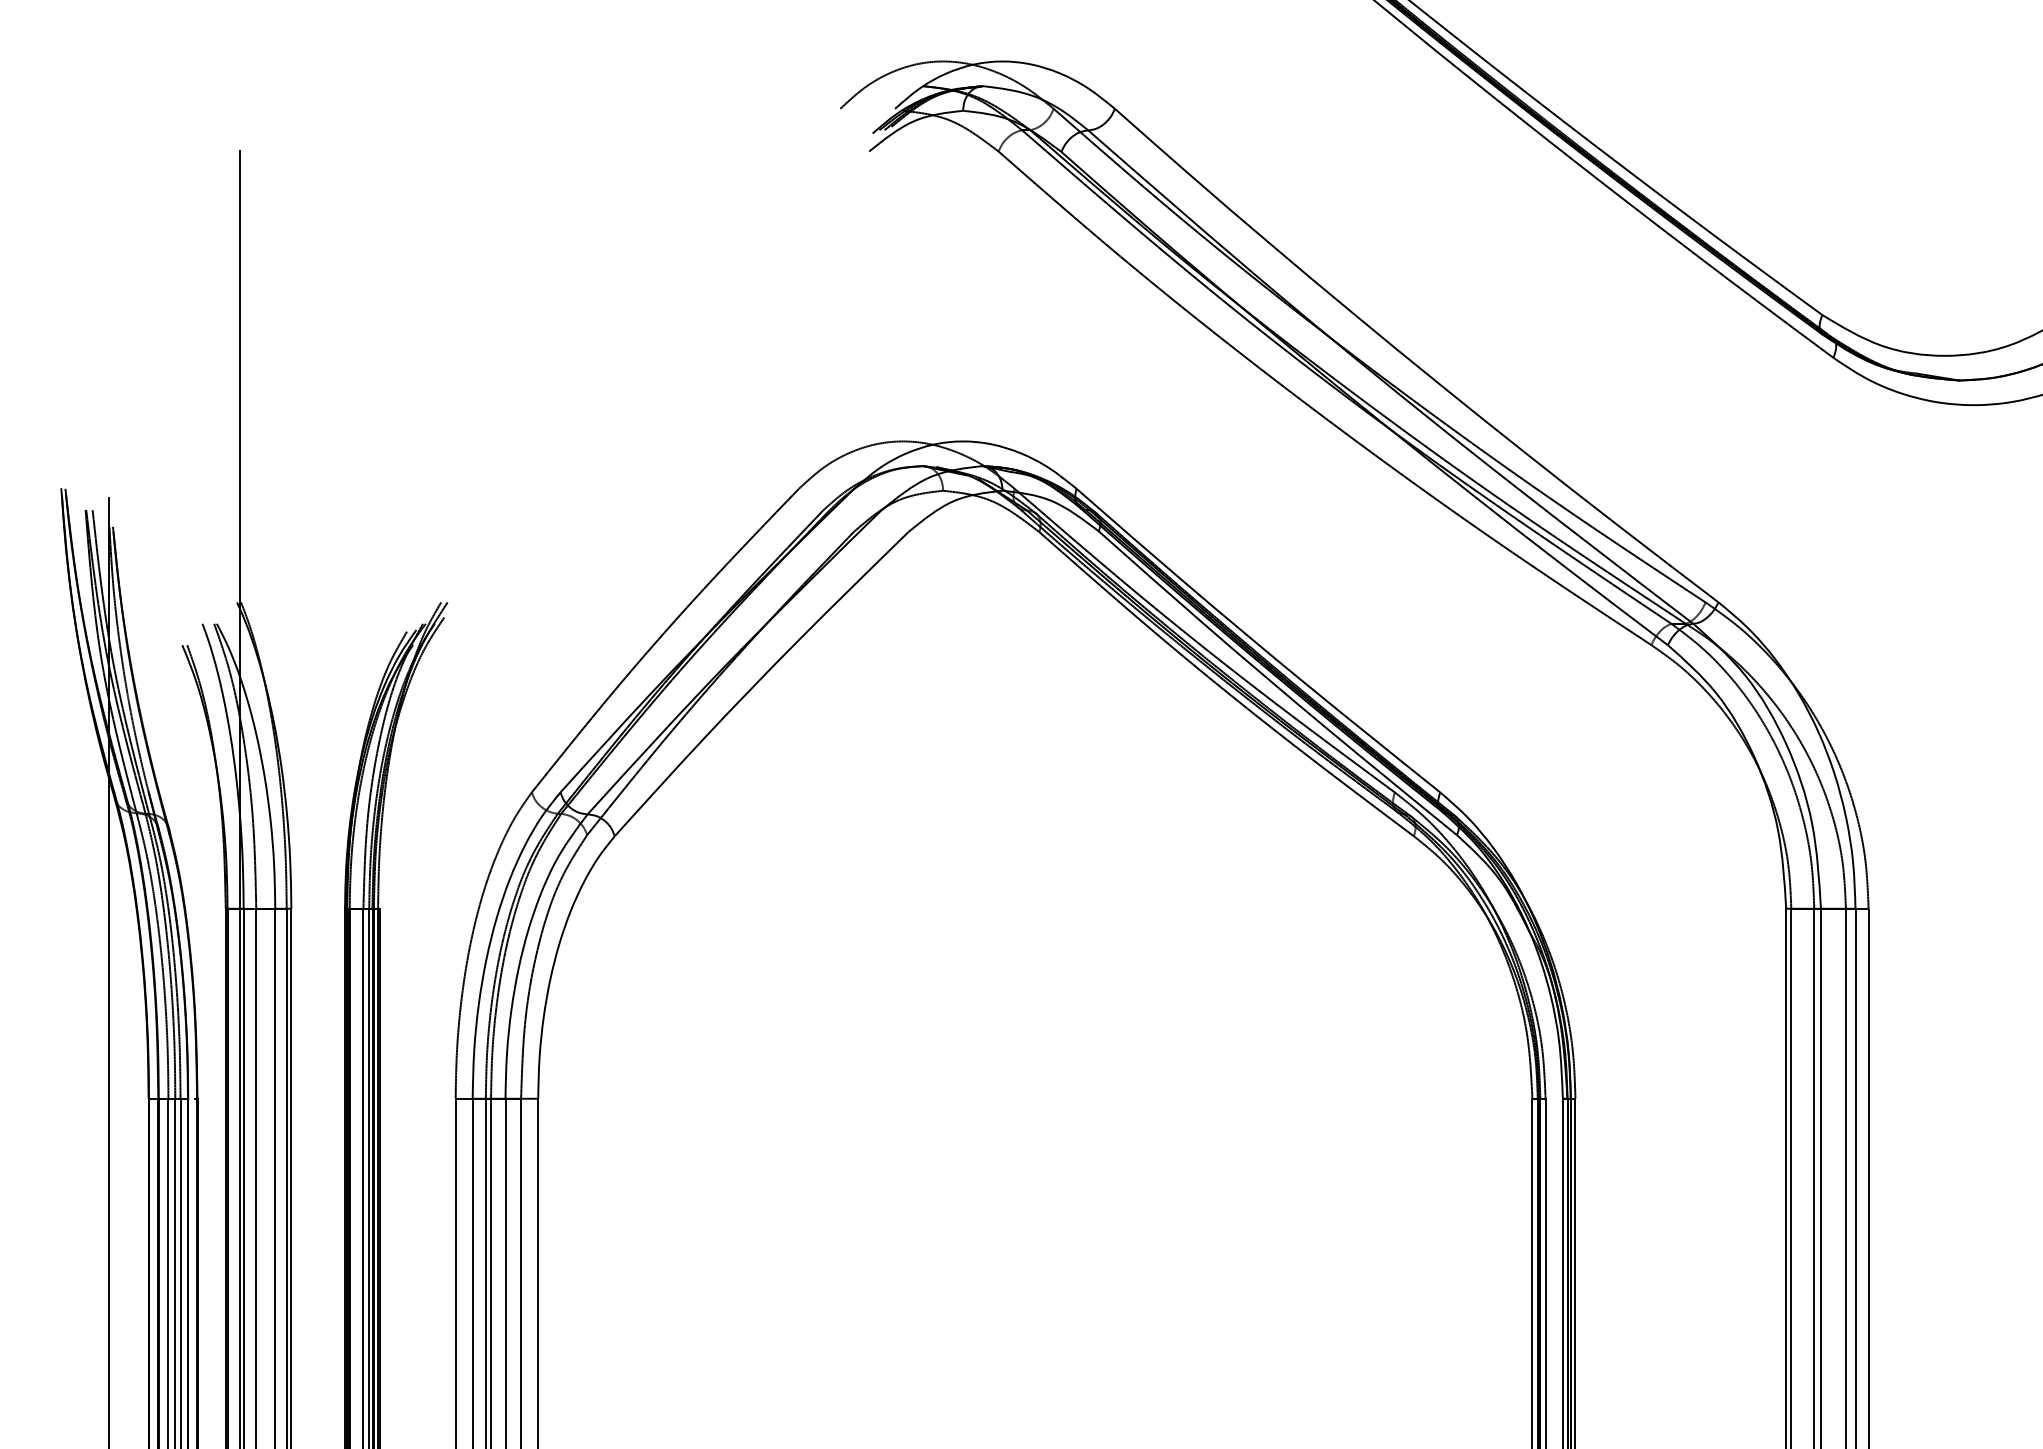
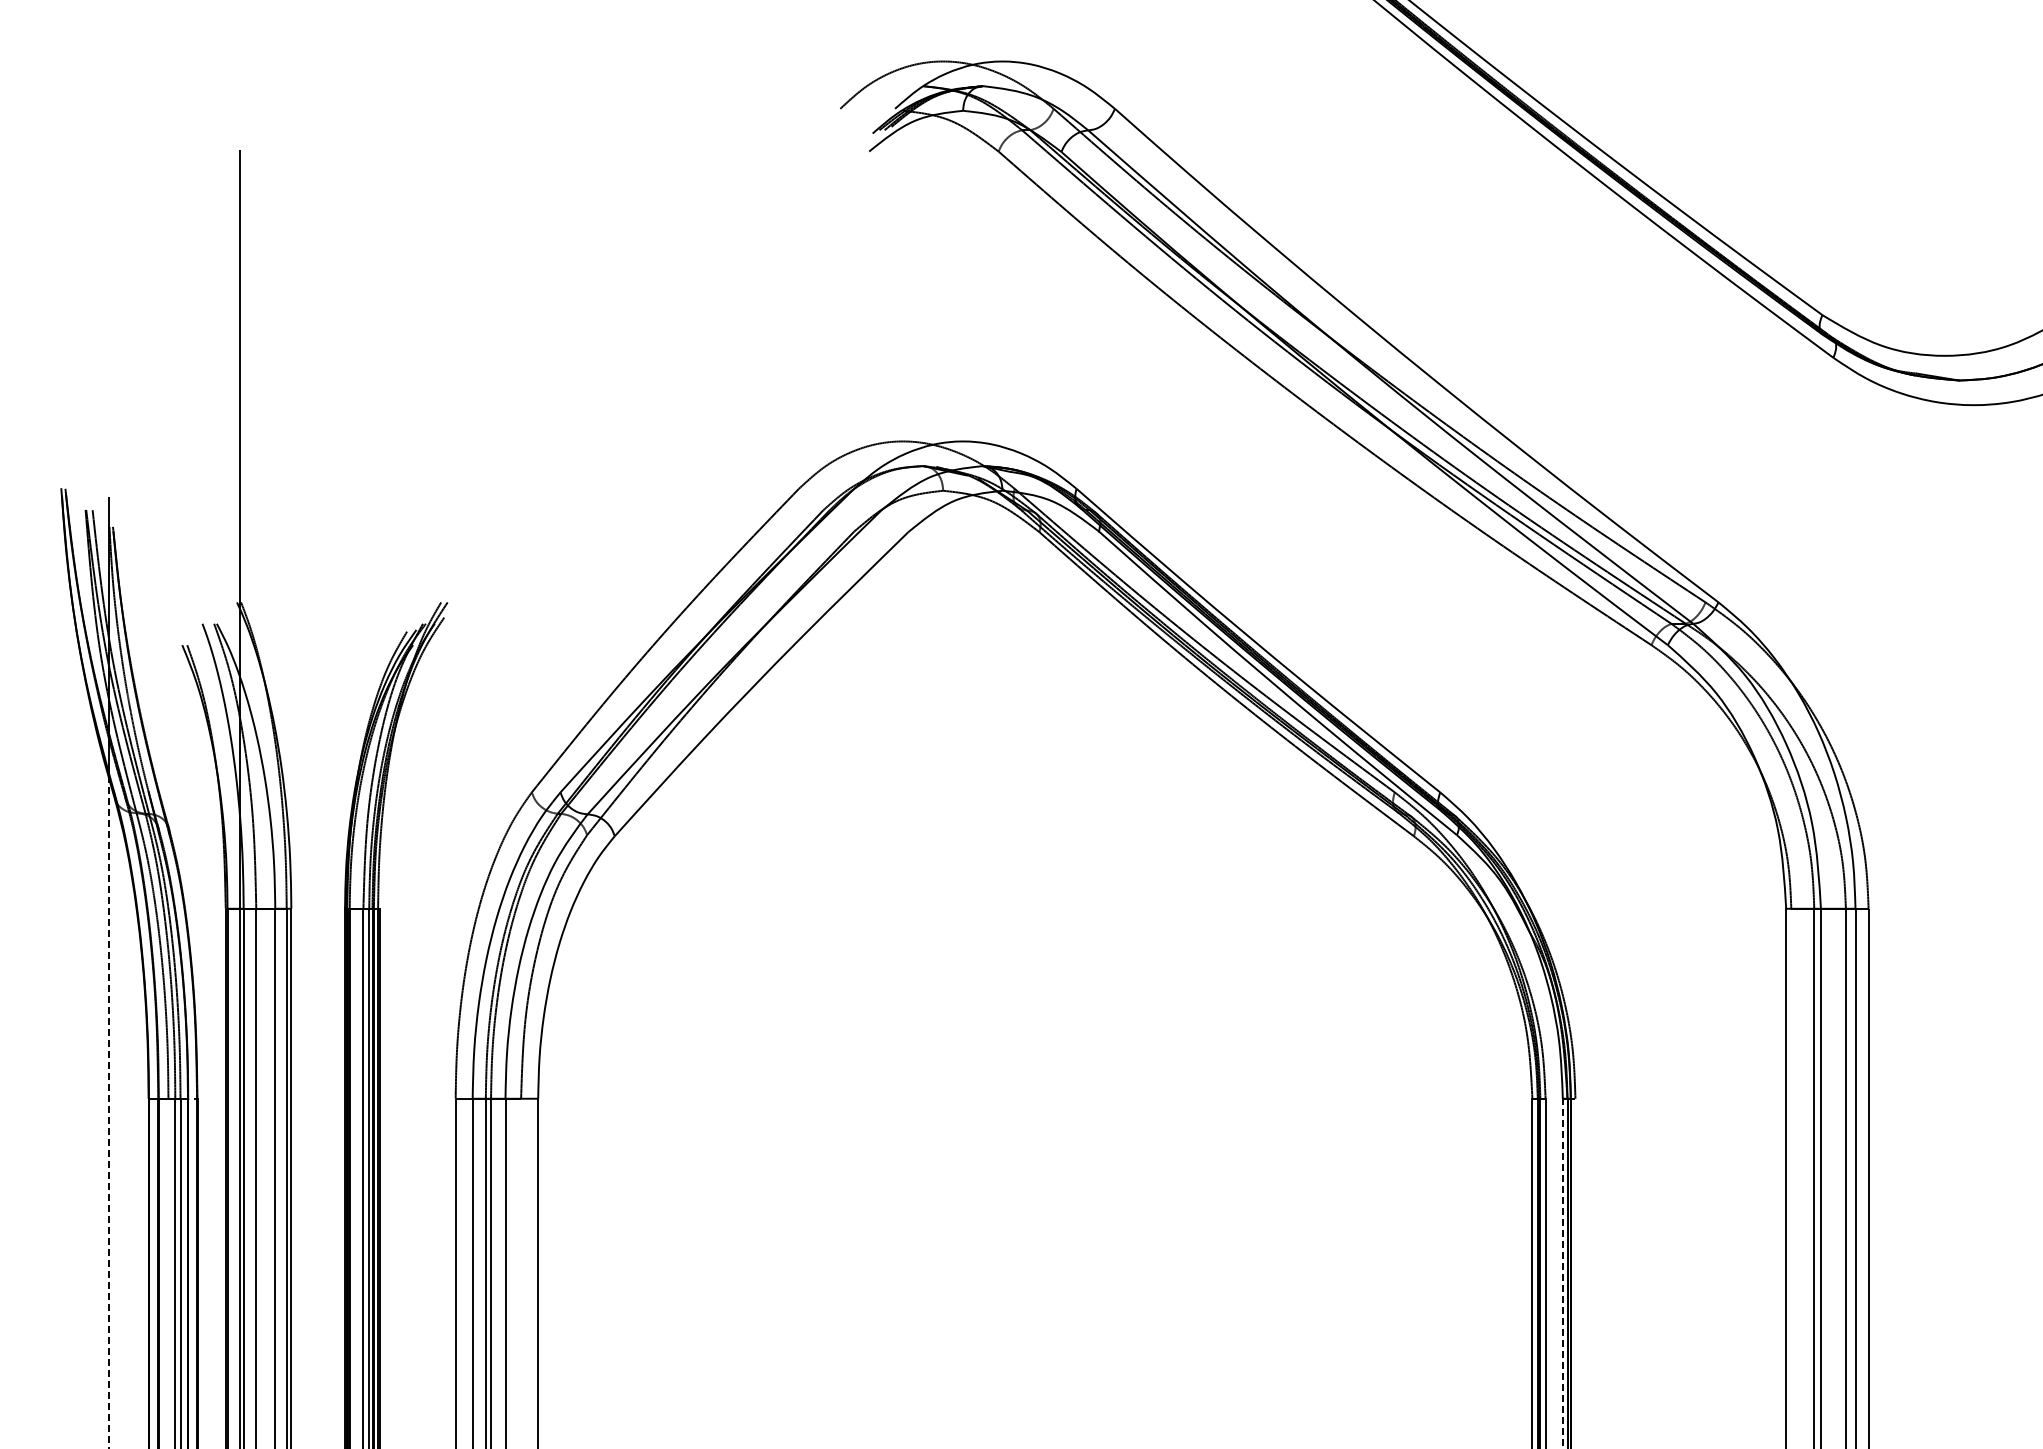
line at (108, 1112): solid -> dashed
line at (1791, 1176): present -> none
line at (168, 1271): present -> none
line at (521, 1271): present -> none
line at (1575, 1271): present -> none
line at (1562, 1273): solid -> dashed
